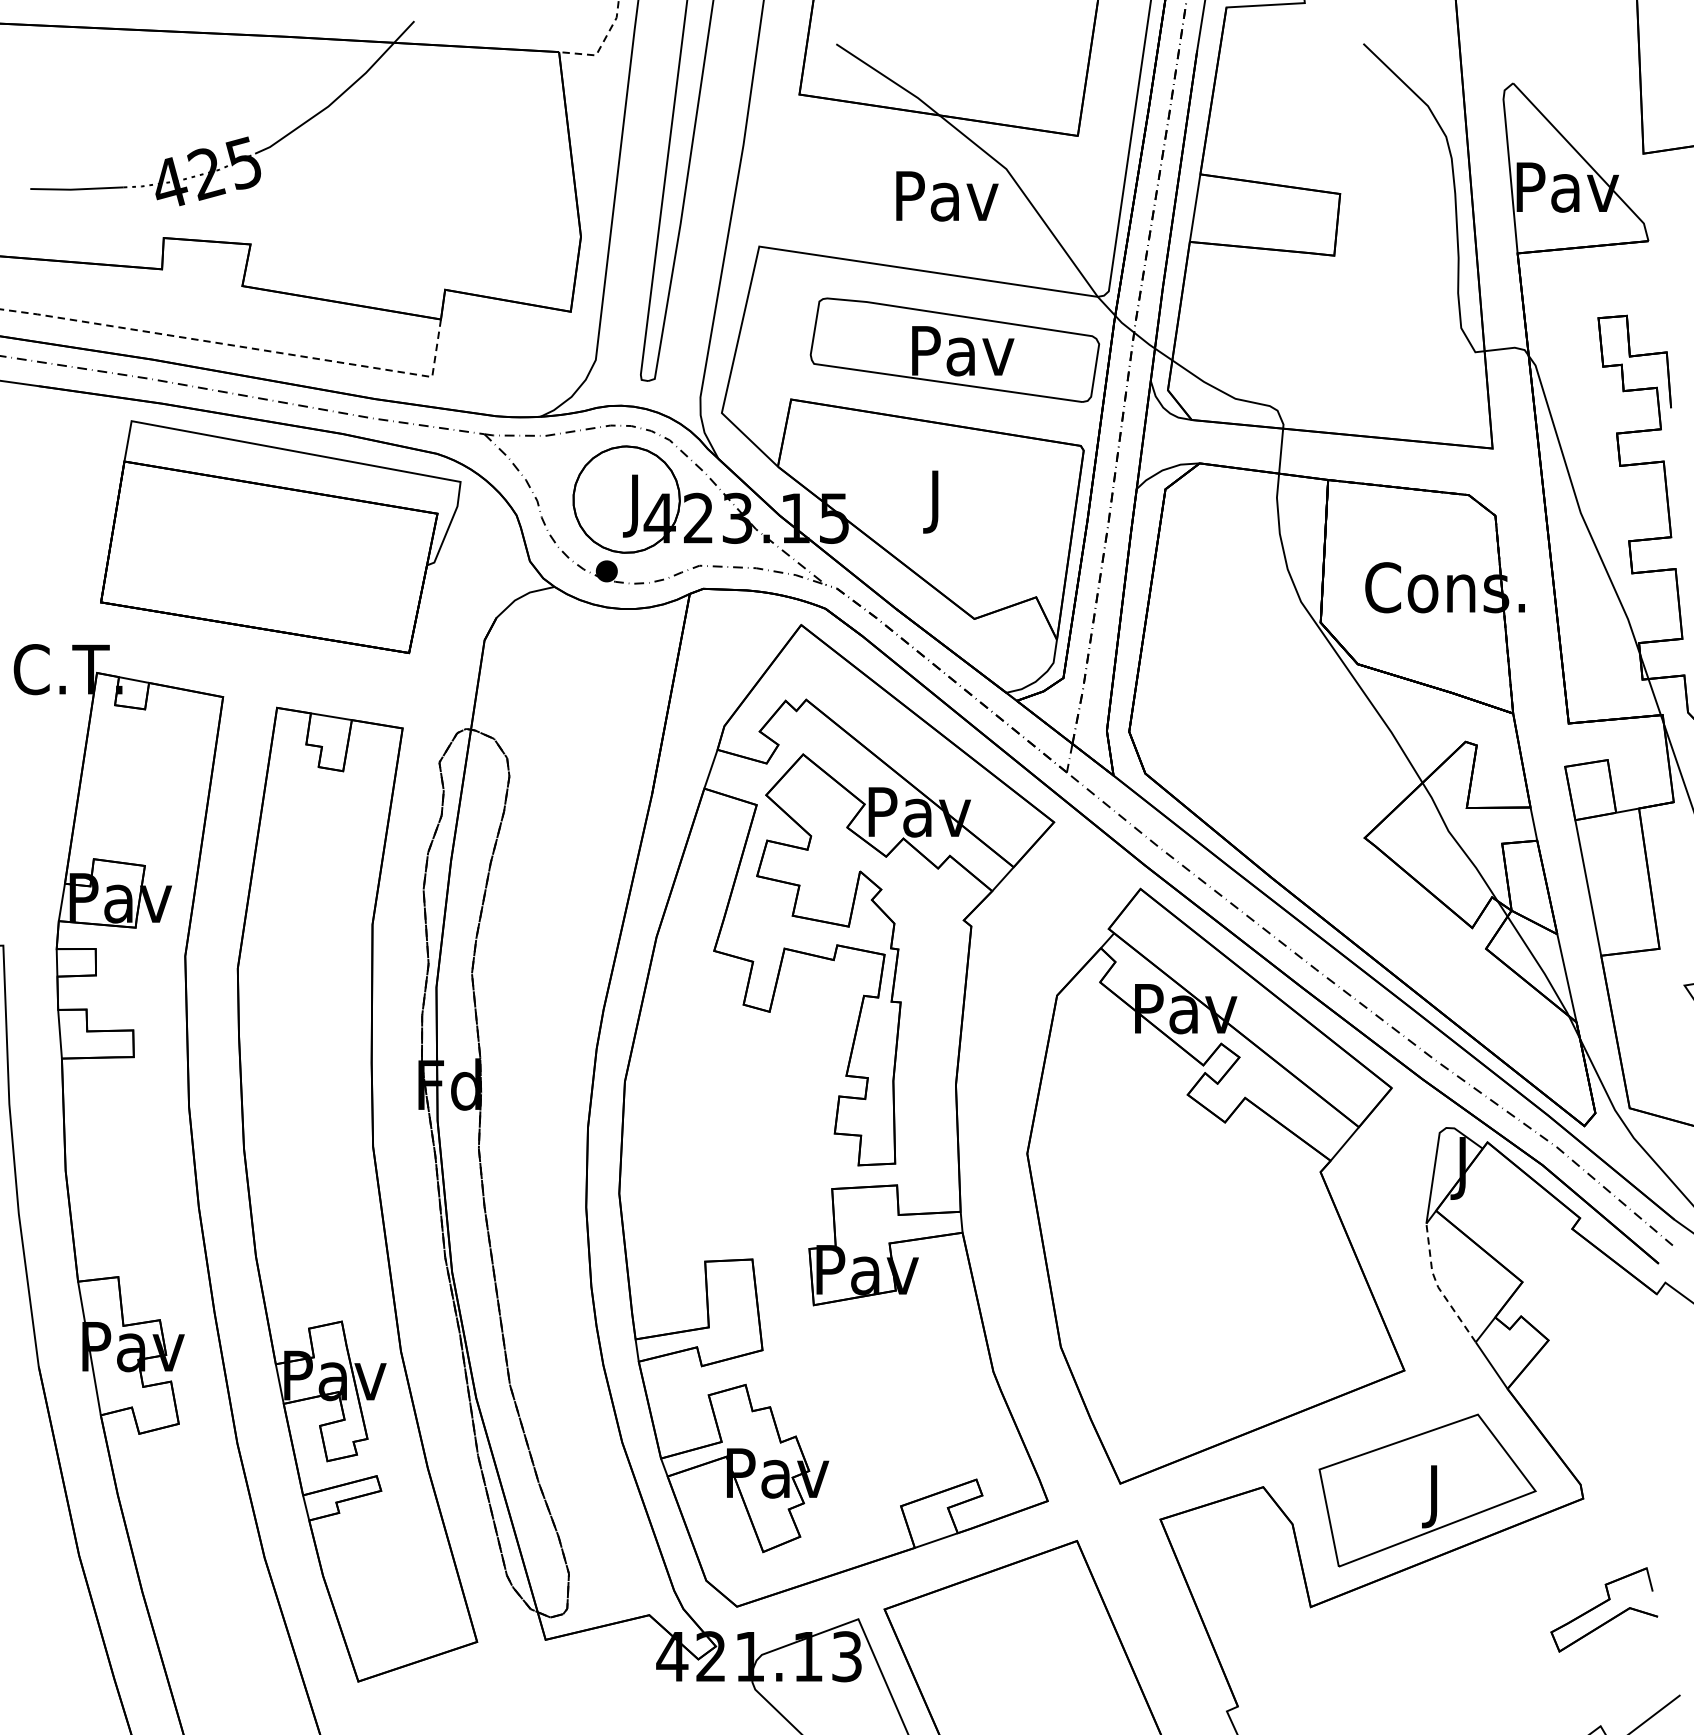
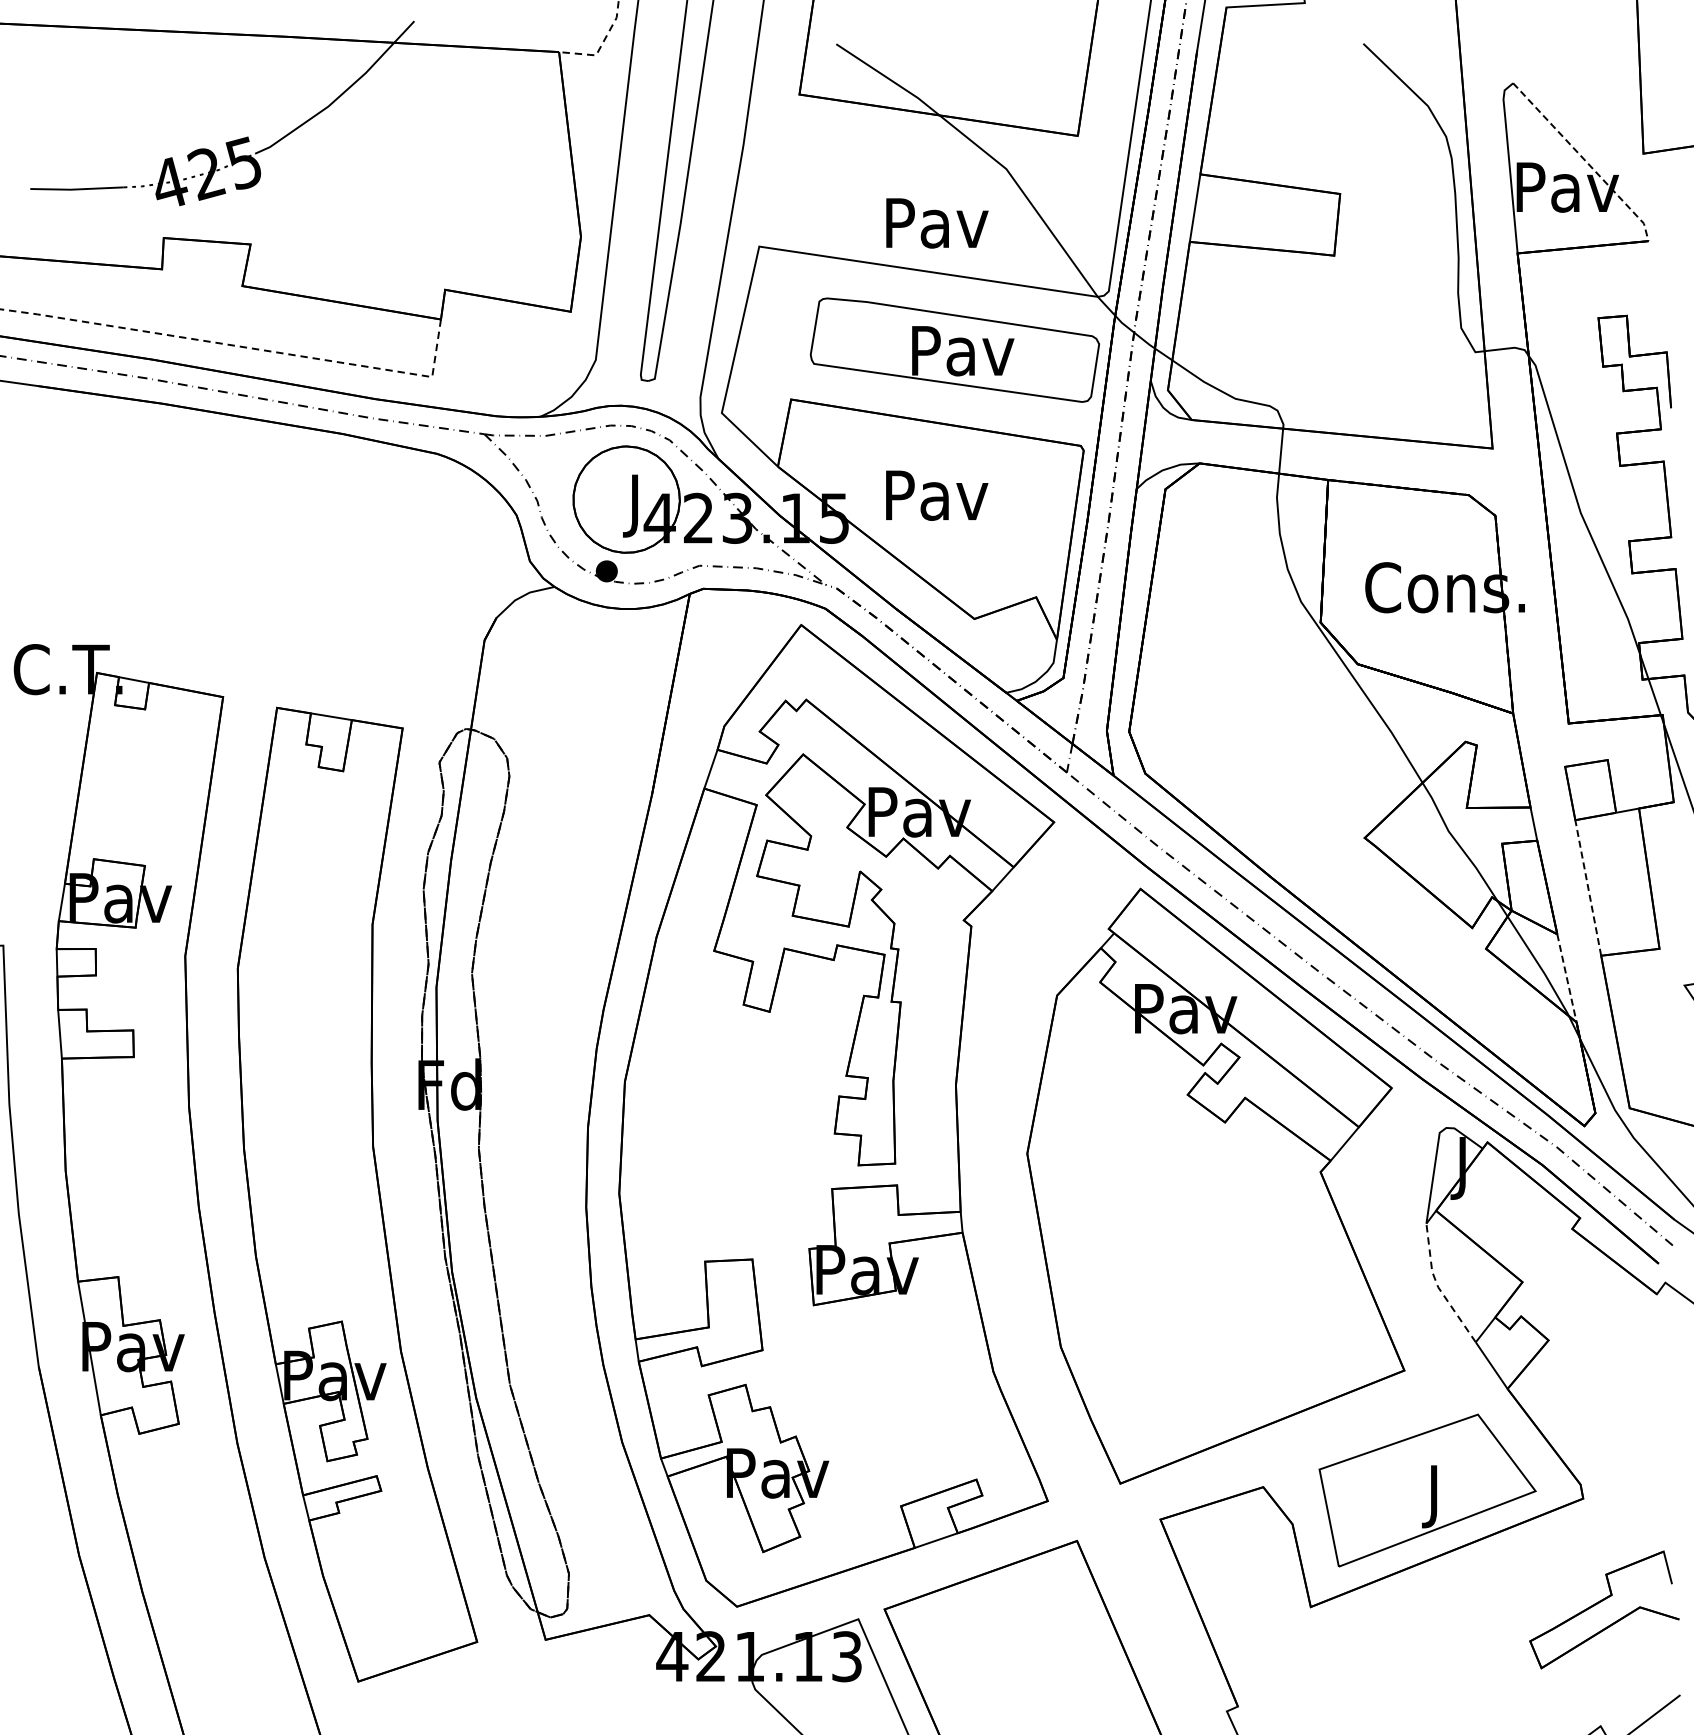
line at (1585, 160): solid -> dashed
text at (947, 196) position: (947, 196) -> (937, 223)
text at (937, 501): J -> Pav
part at (280, 537): present -> none
line at (1588, 887): solid -> dashed
line at (1567, 978): solid -> dashed
part at (1604, 1609) size: 109x86 px -> 151x120 px
